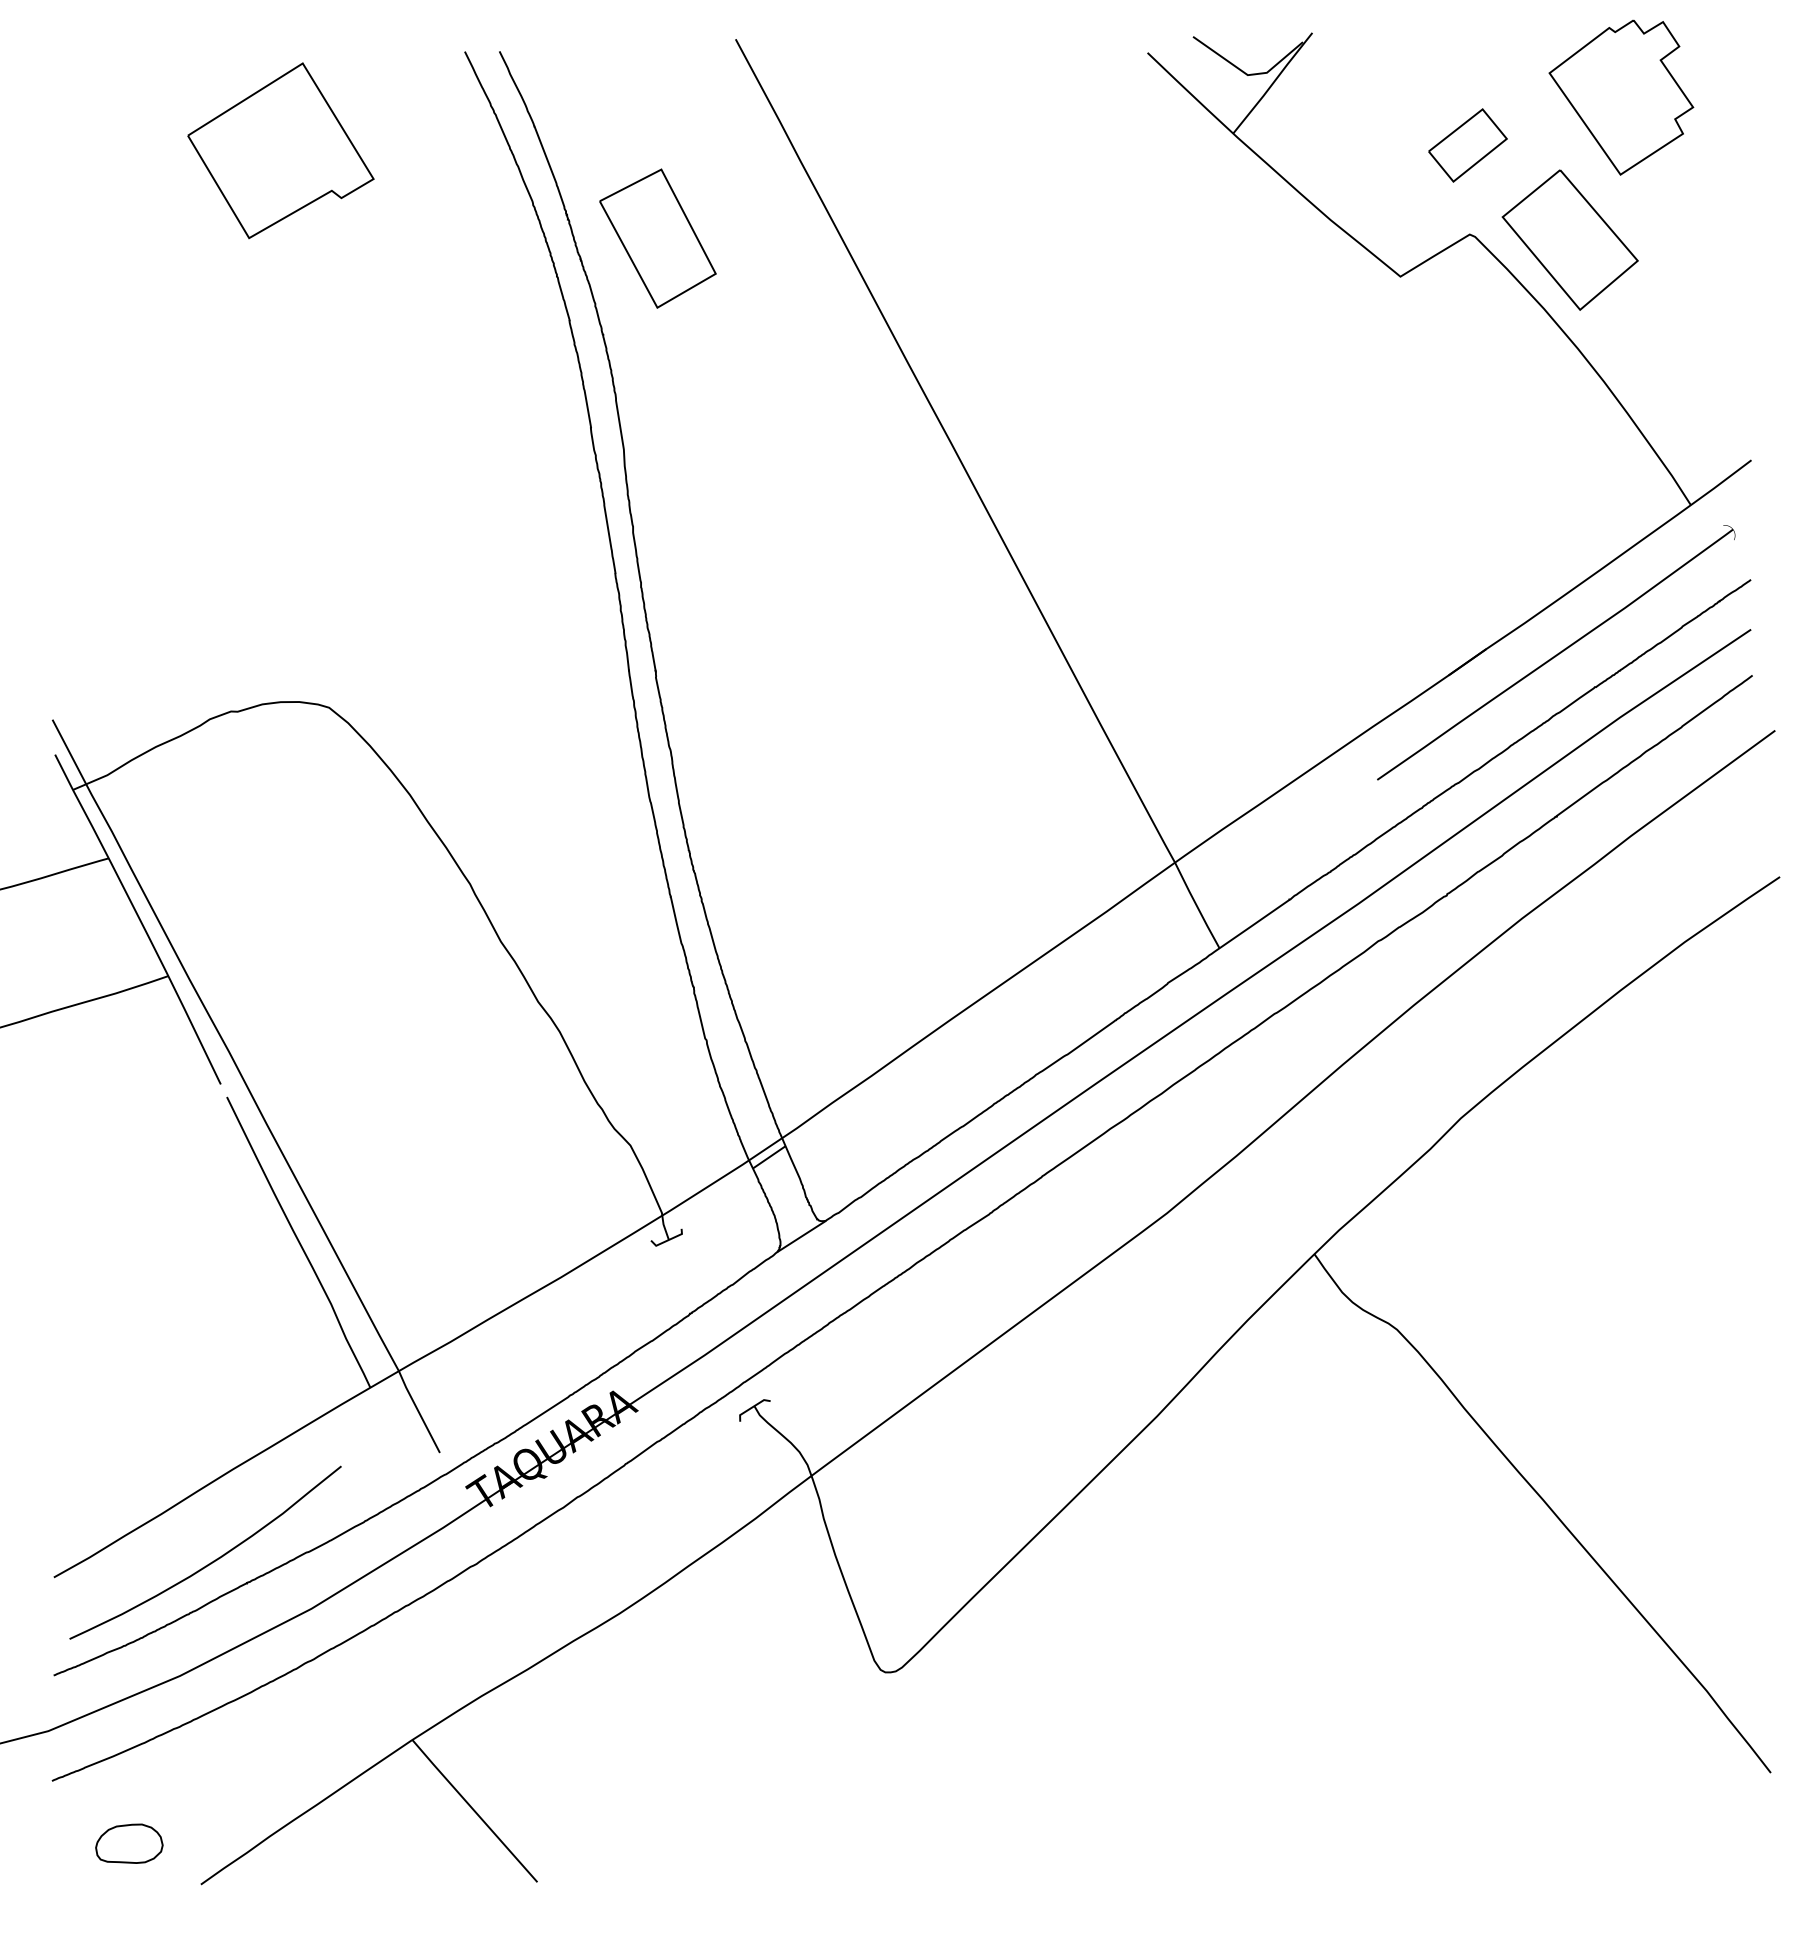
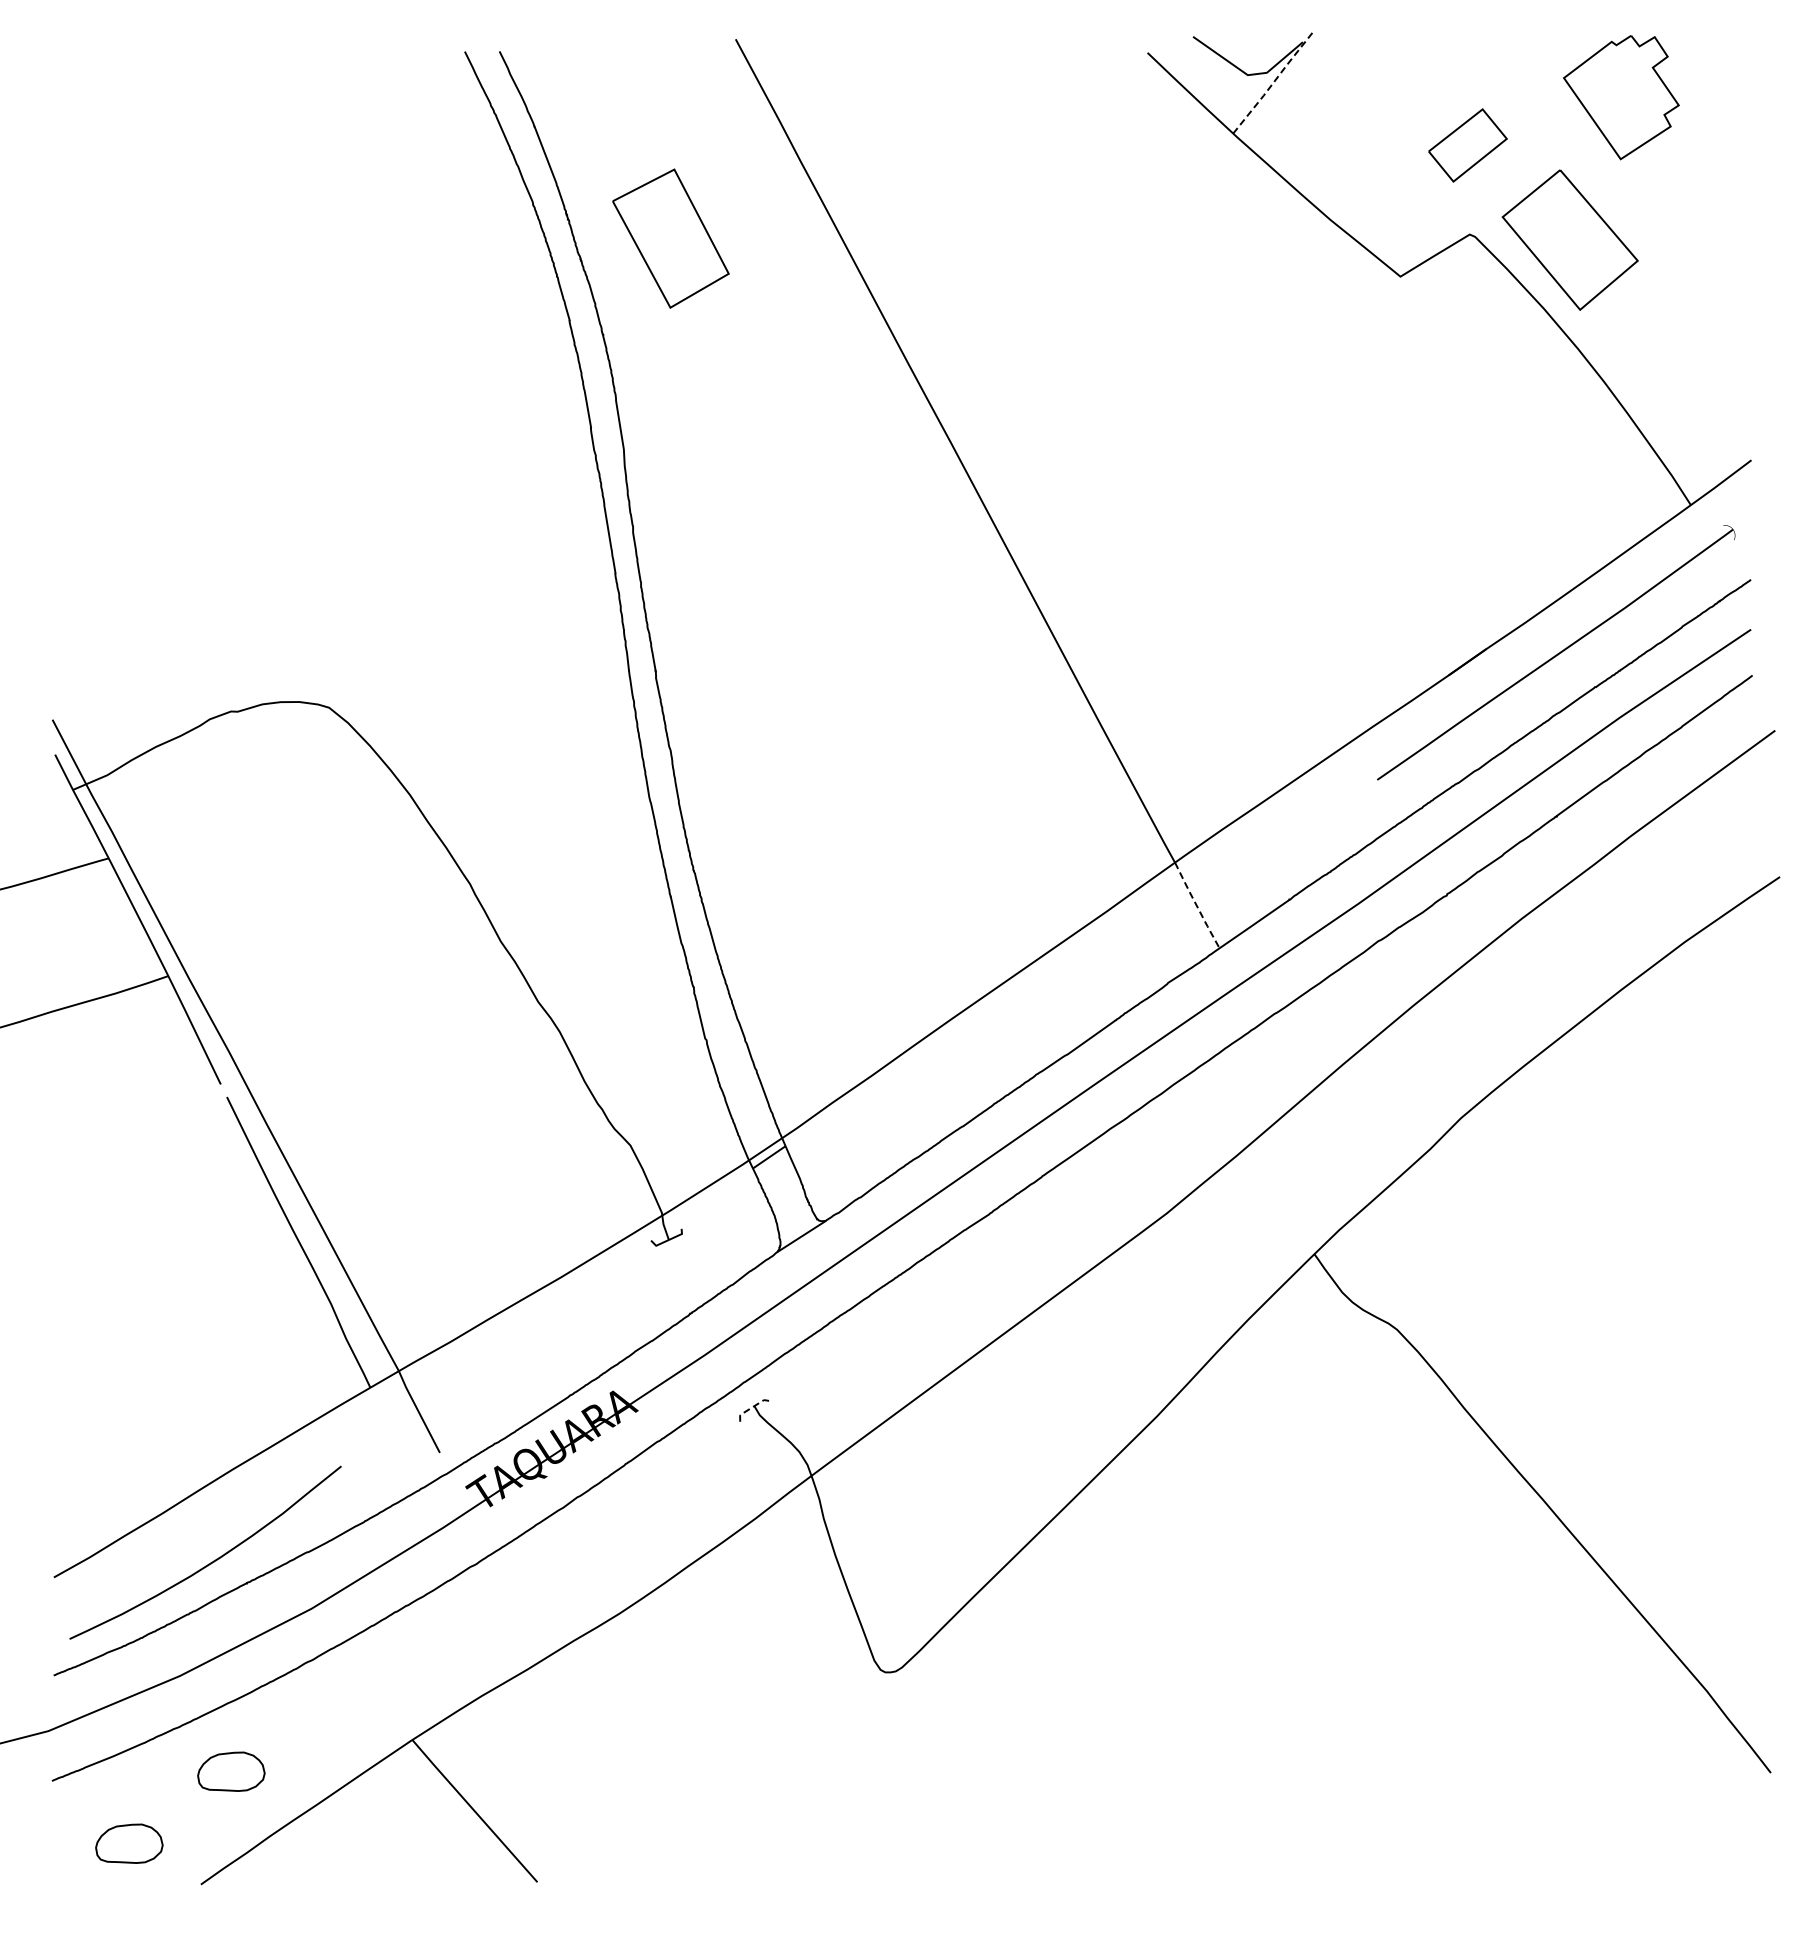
line at (1273, 83): solid -> dashed
part at (1621, 97) size: 147x157 px -> 117x126 px
part at (280, 150): present -> none
part at (657, 238) position: (657, 238) -> (670, 238)
line at (1196, 905): solid -> dashed
line at (752, 1407): solid -> dashed
part at (231, 1771): none -> present
